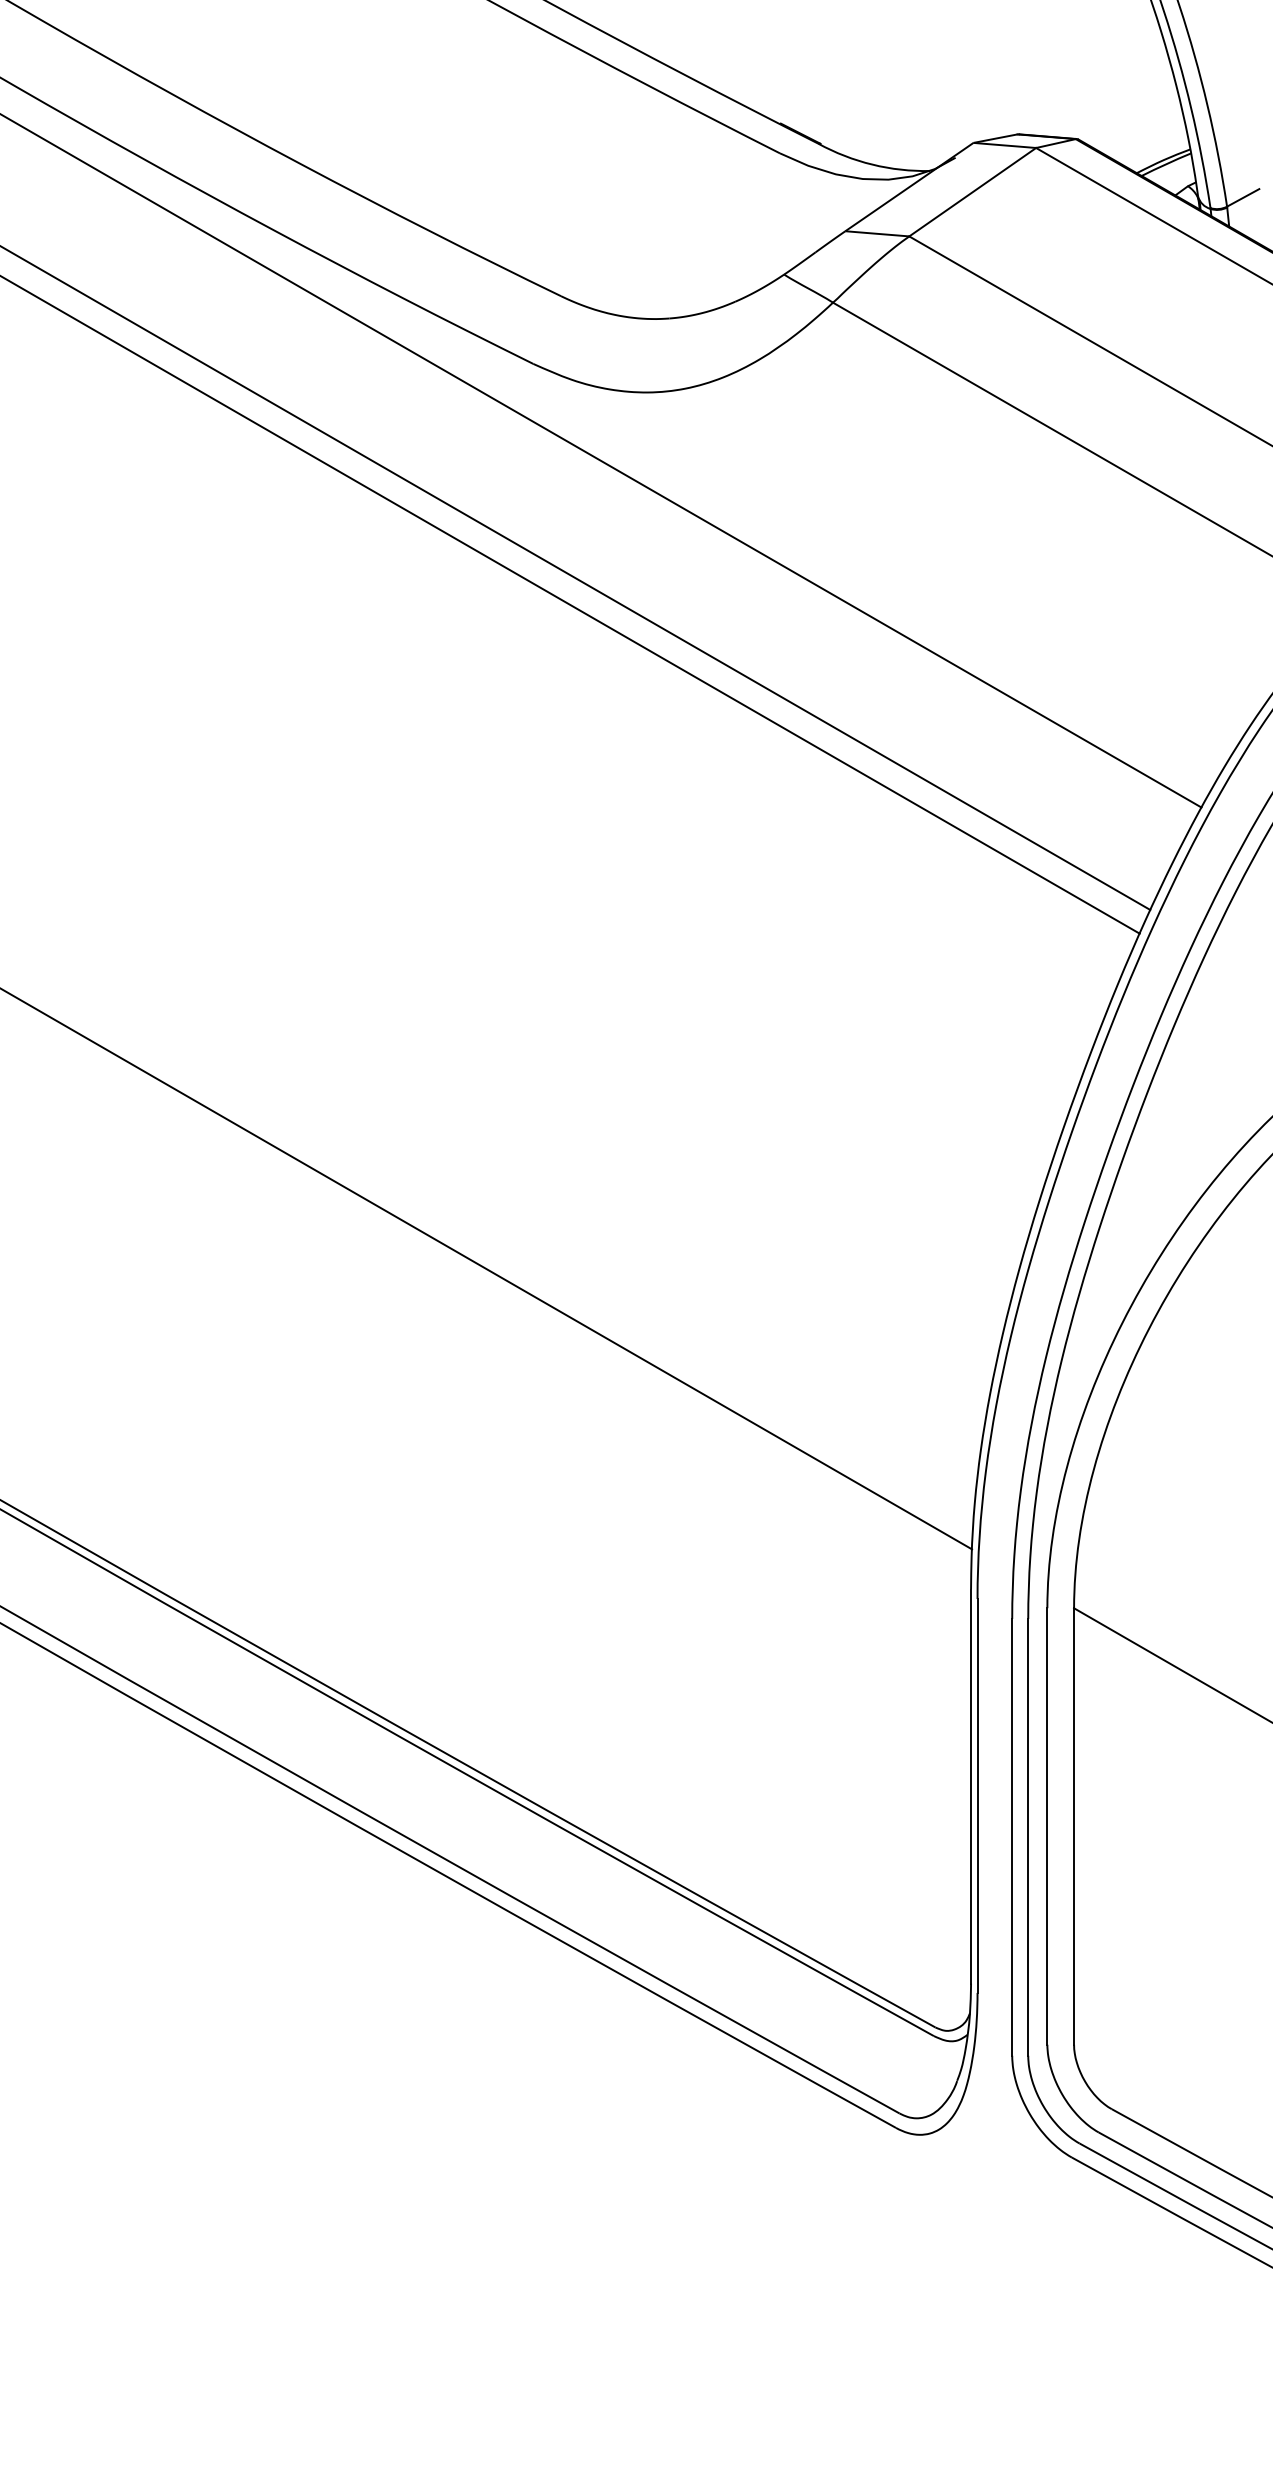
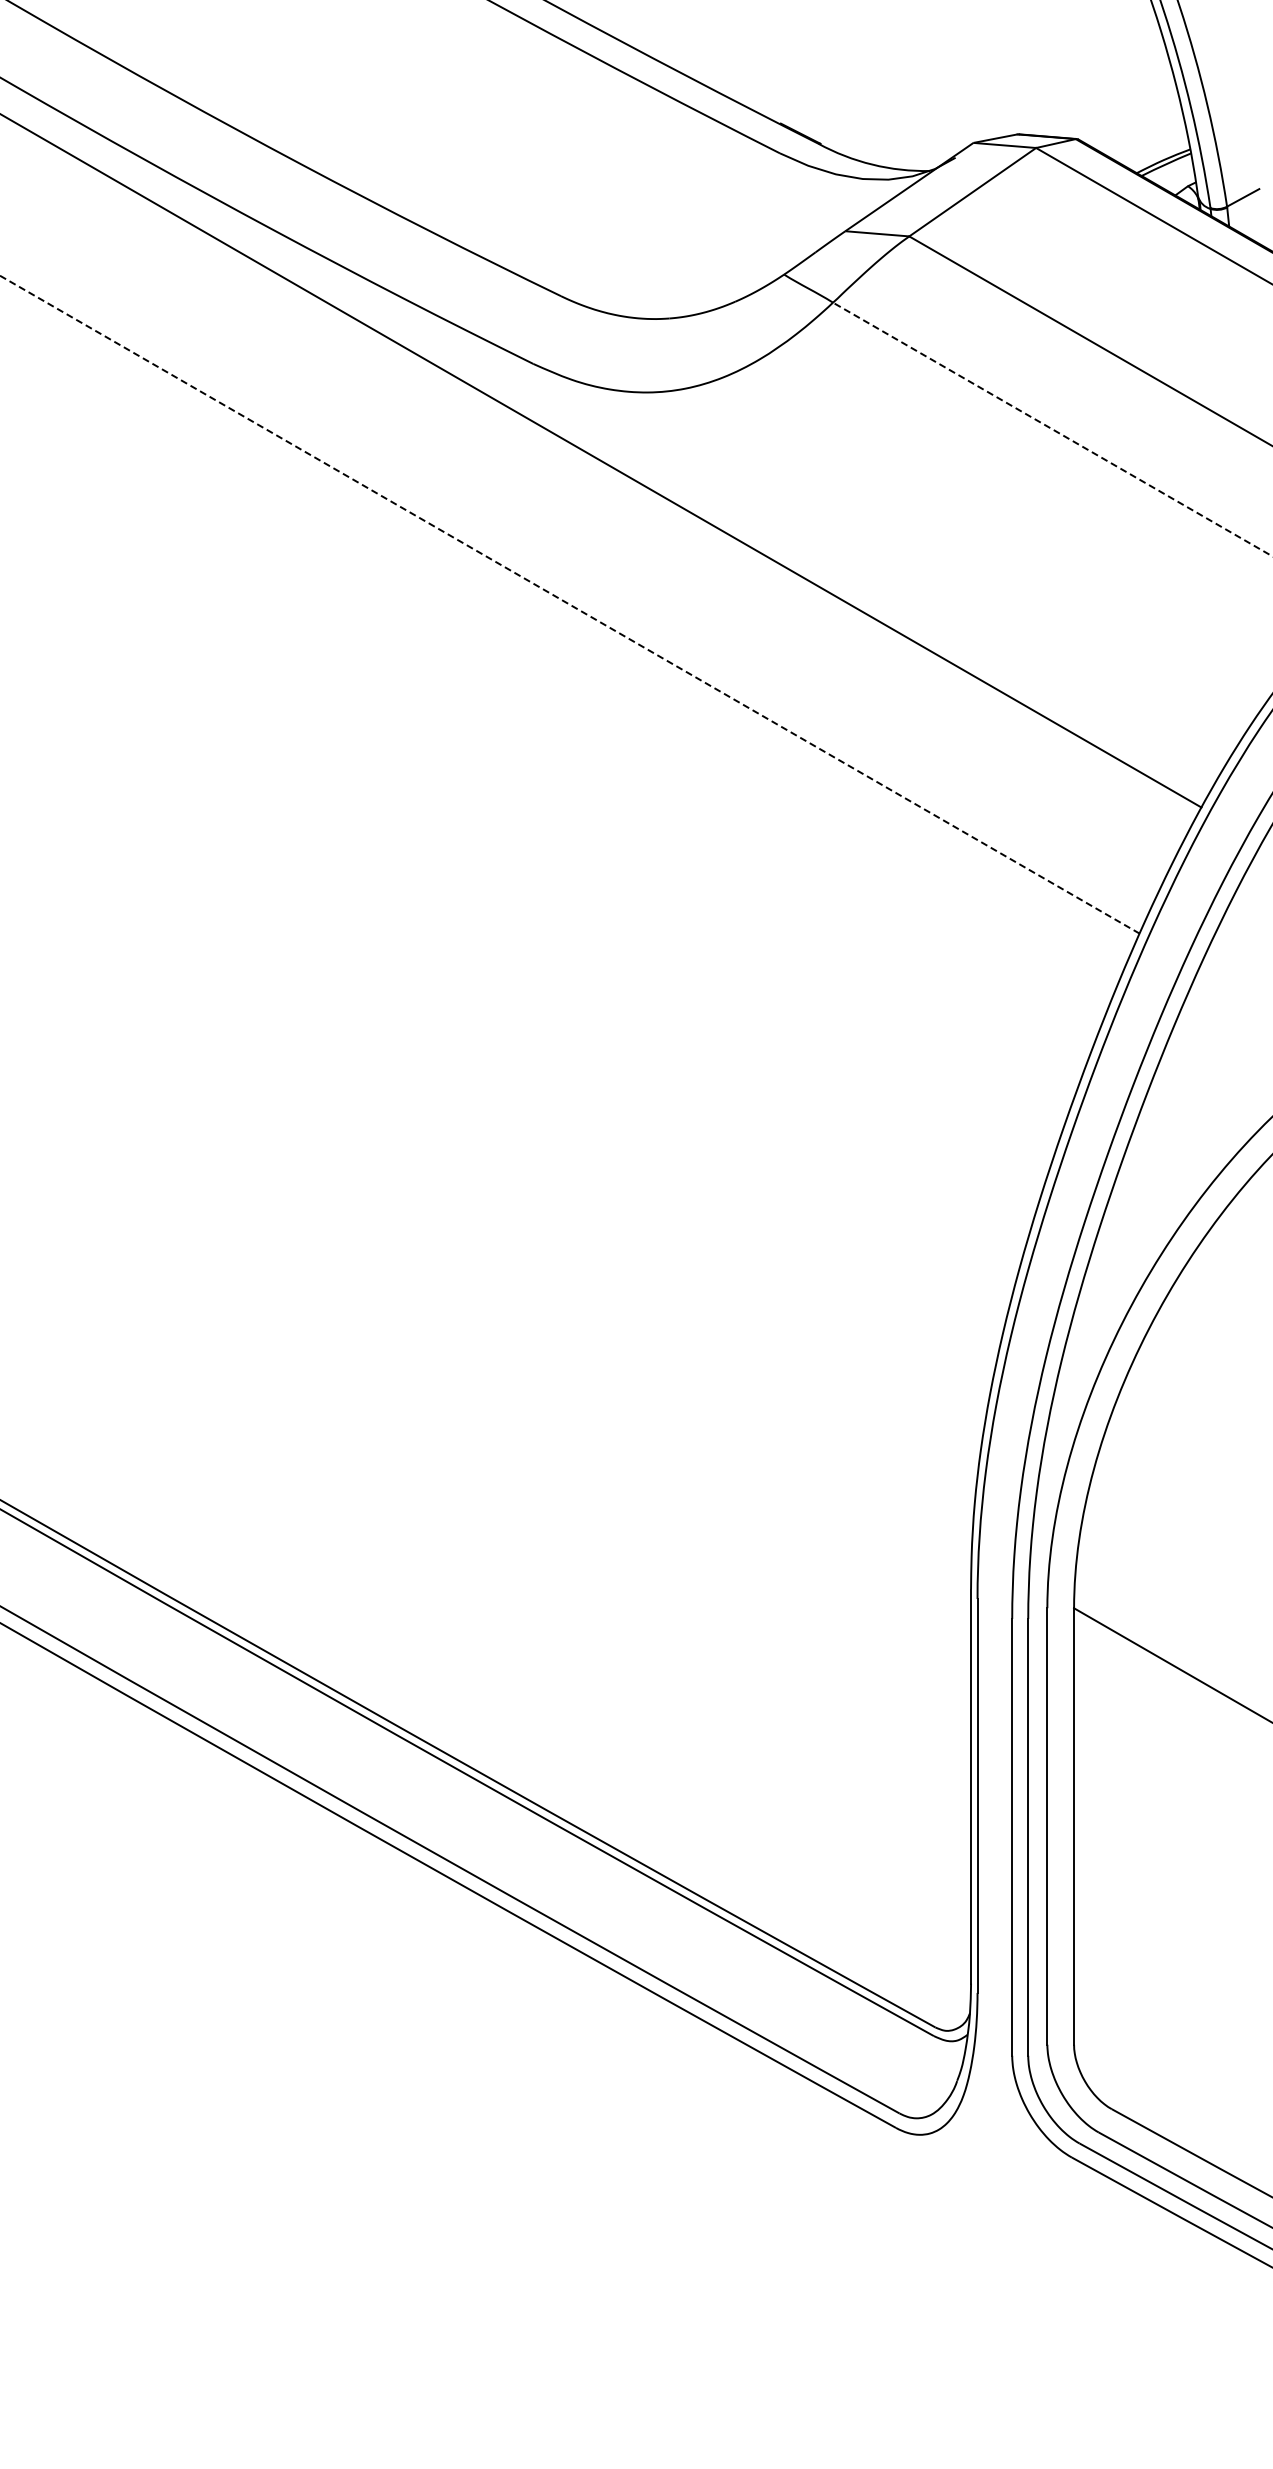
line at (1052, 429): solid -> dashed
line at (576, 578): present -> none
line at (569, 604): solid -> dashed
line at (487, 1269): present -> none
